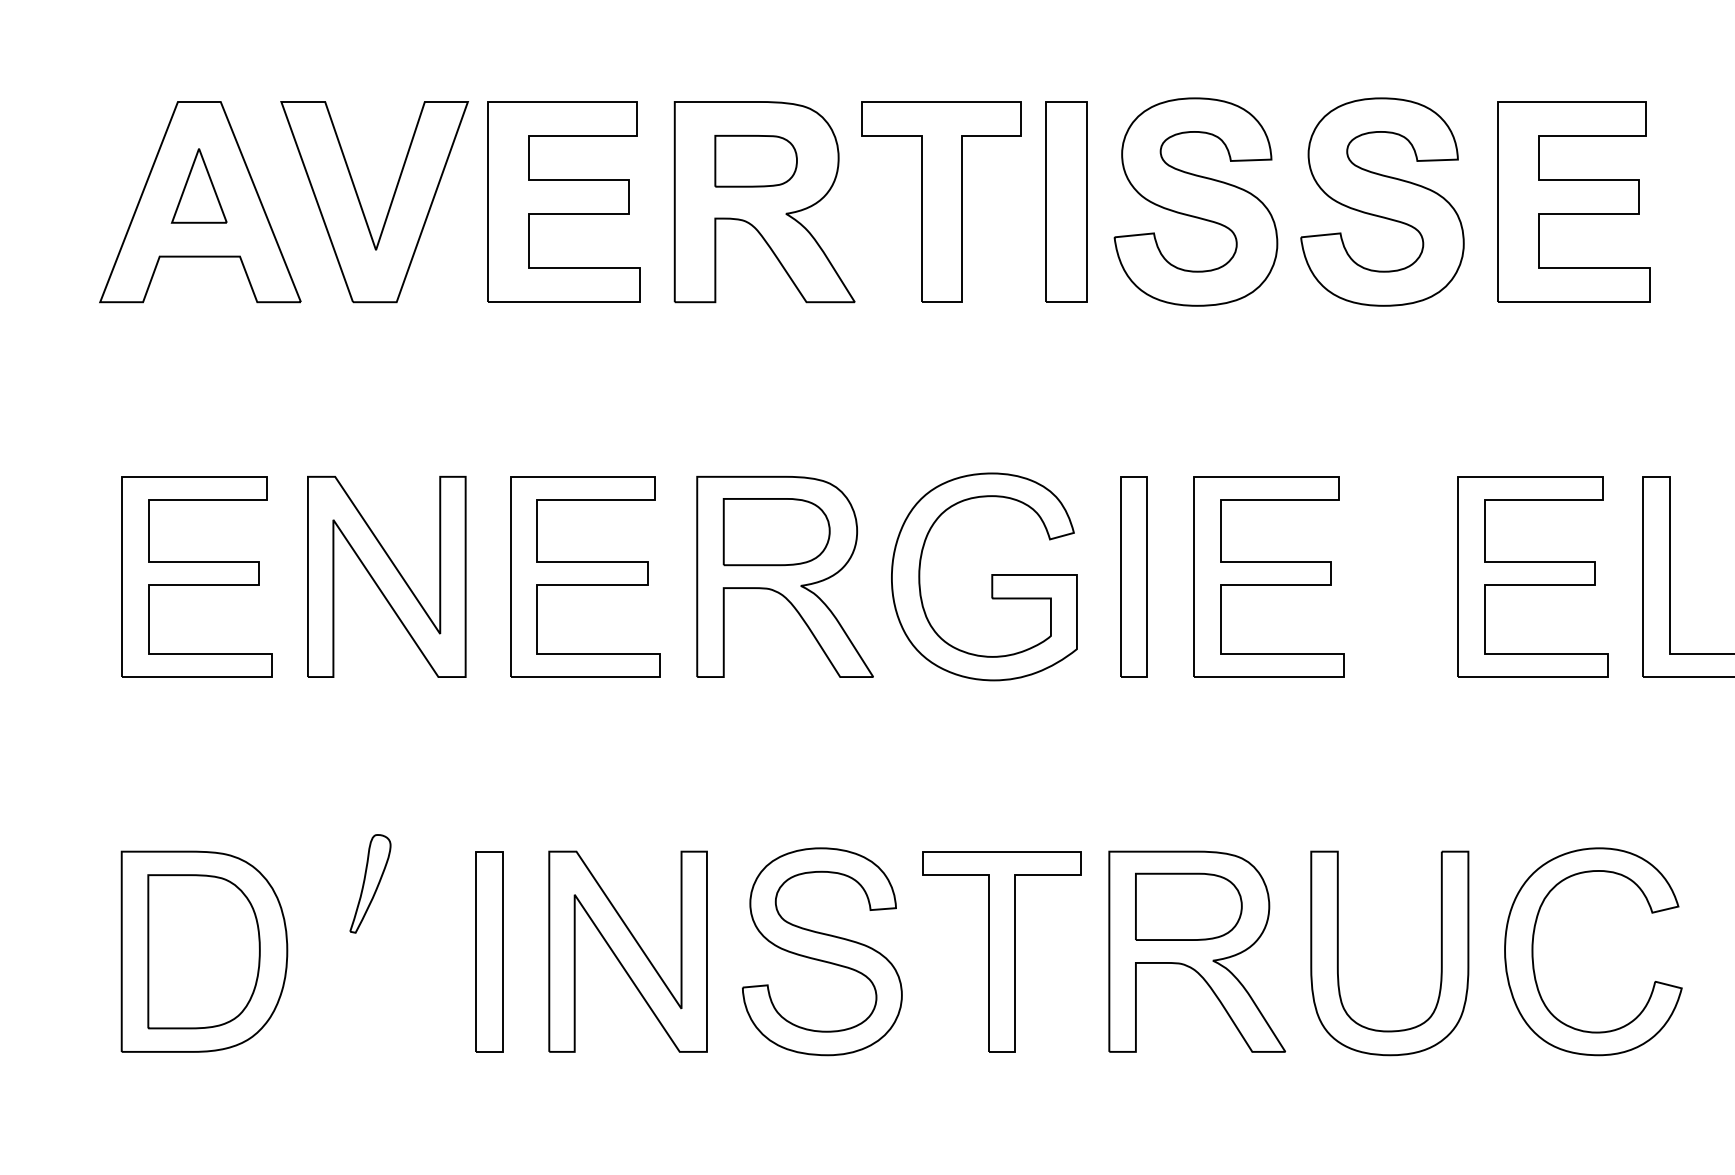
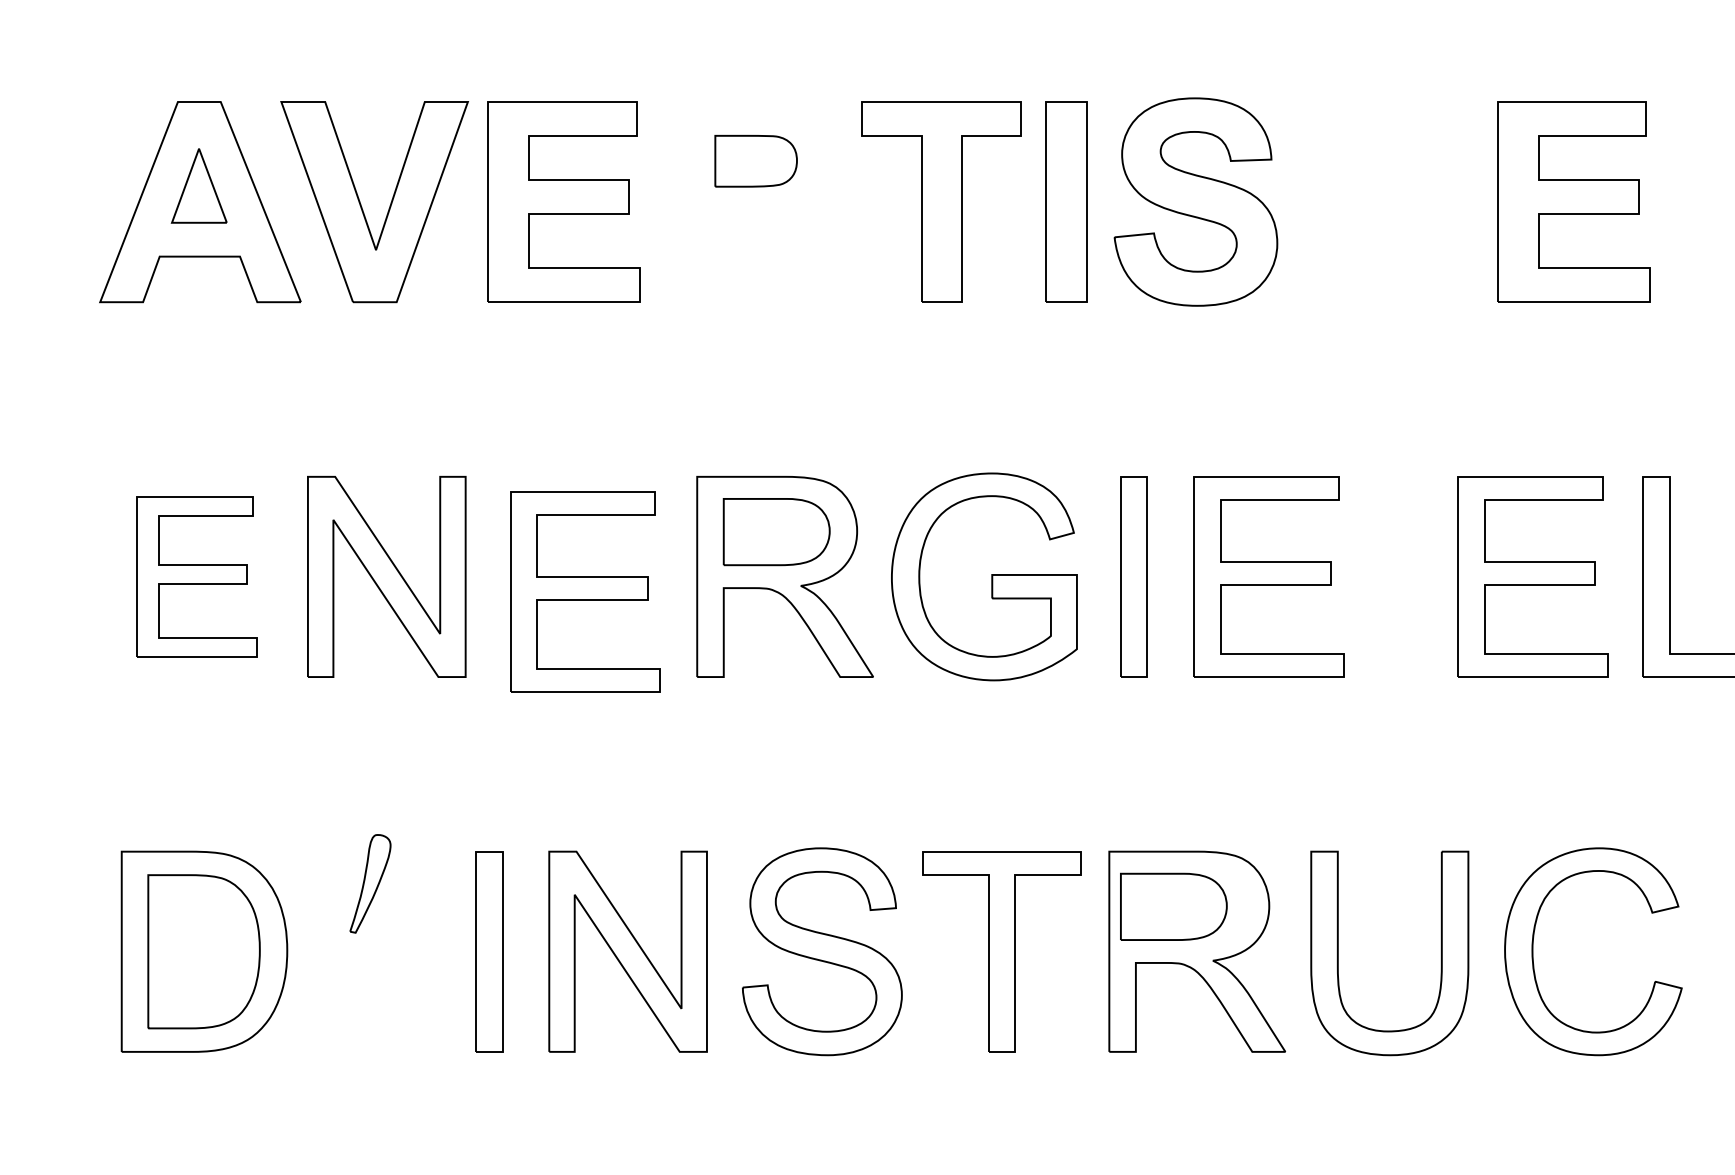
part at (1382, 201): present -> none
part at (764, 202): present -> none
part at (196, 576) size: 152x202 px -> 122x162 px
part at (585, 576) position: (585, 576) -> (585, 591)
part at (1188, 906) position: (1188, 906) -> (1173, 906)
